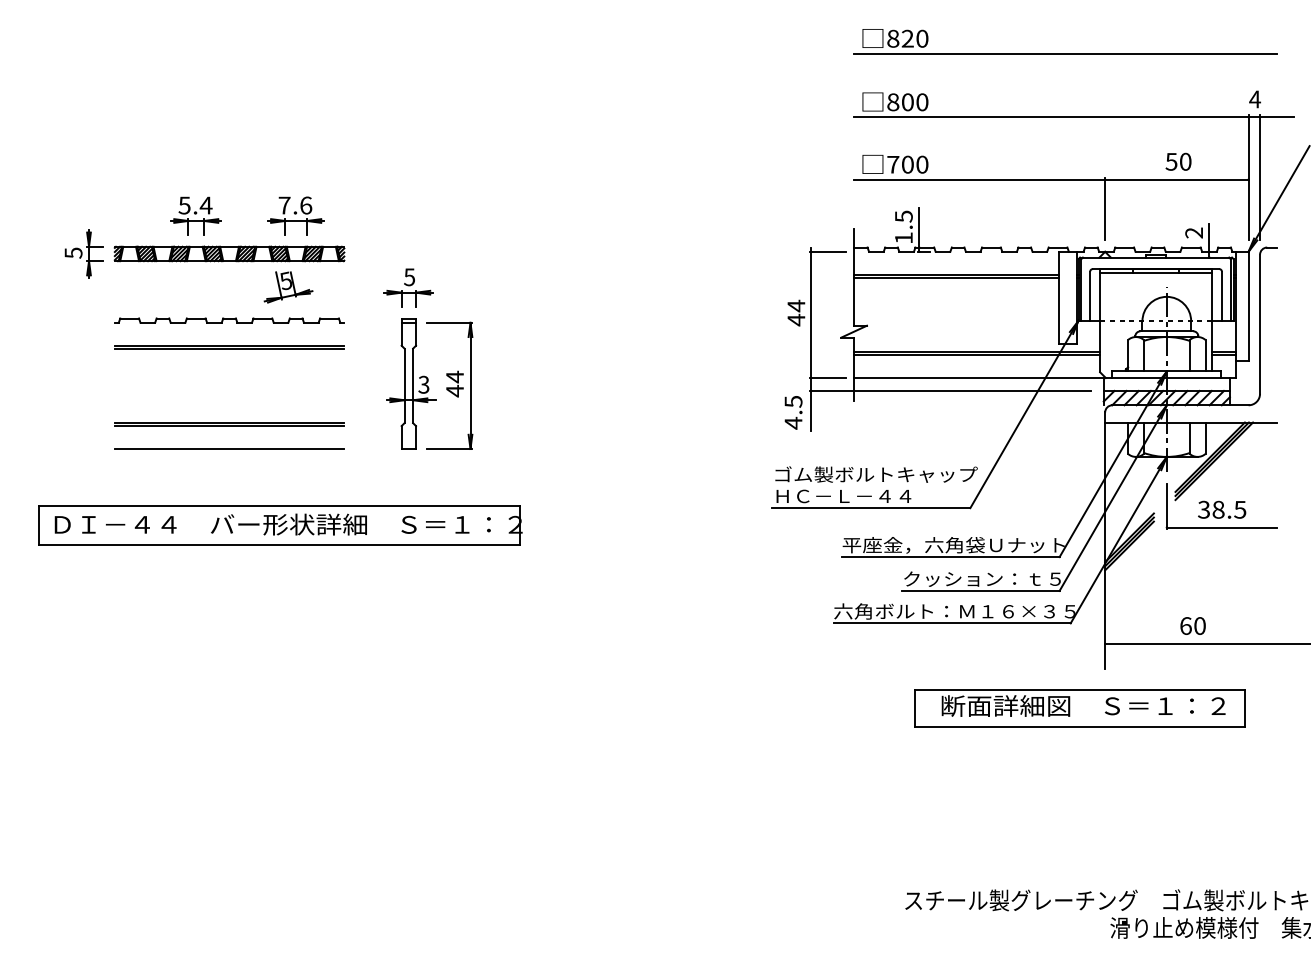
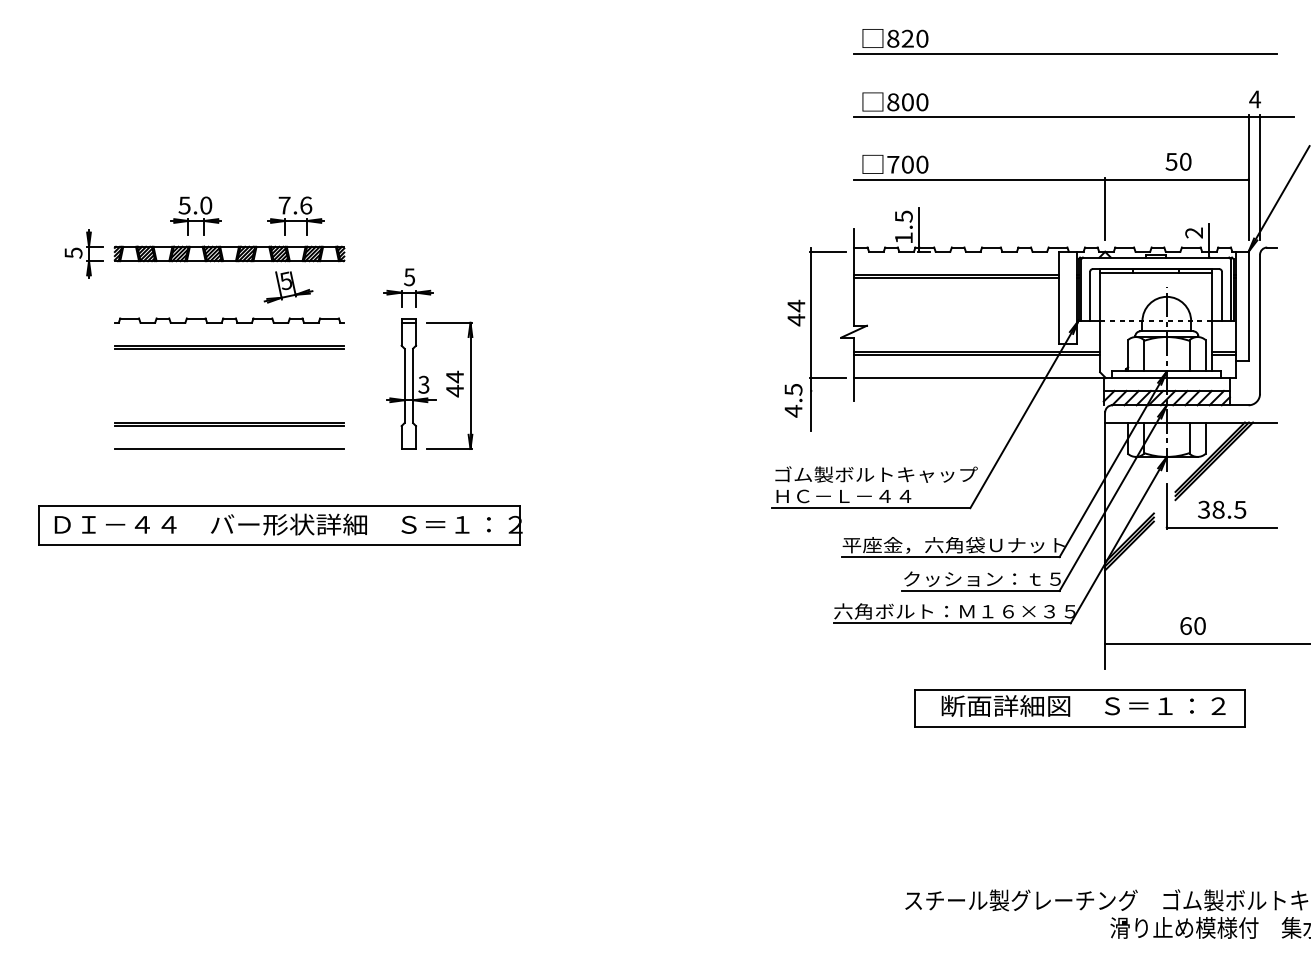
text at (205, 205): 5.4 -> 5.0
line at (949, 390): present -> none
text at (793, 412) position: (793, 412) -> (793, 400)
